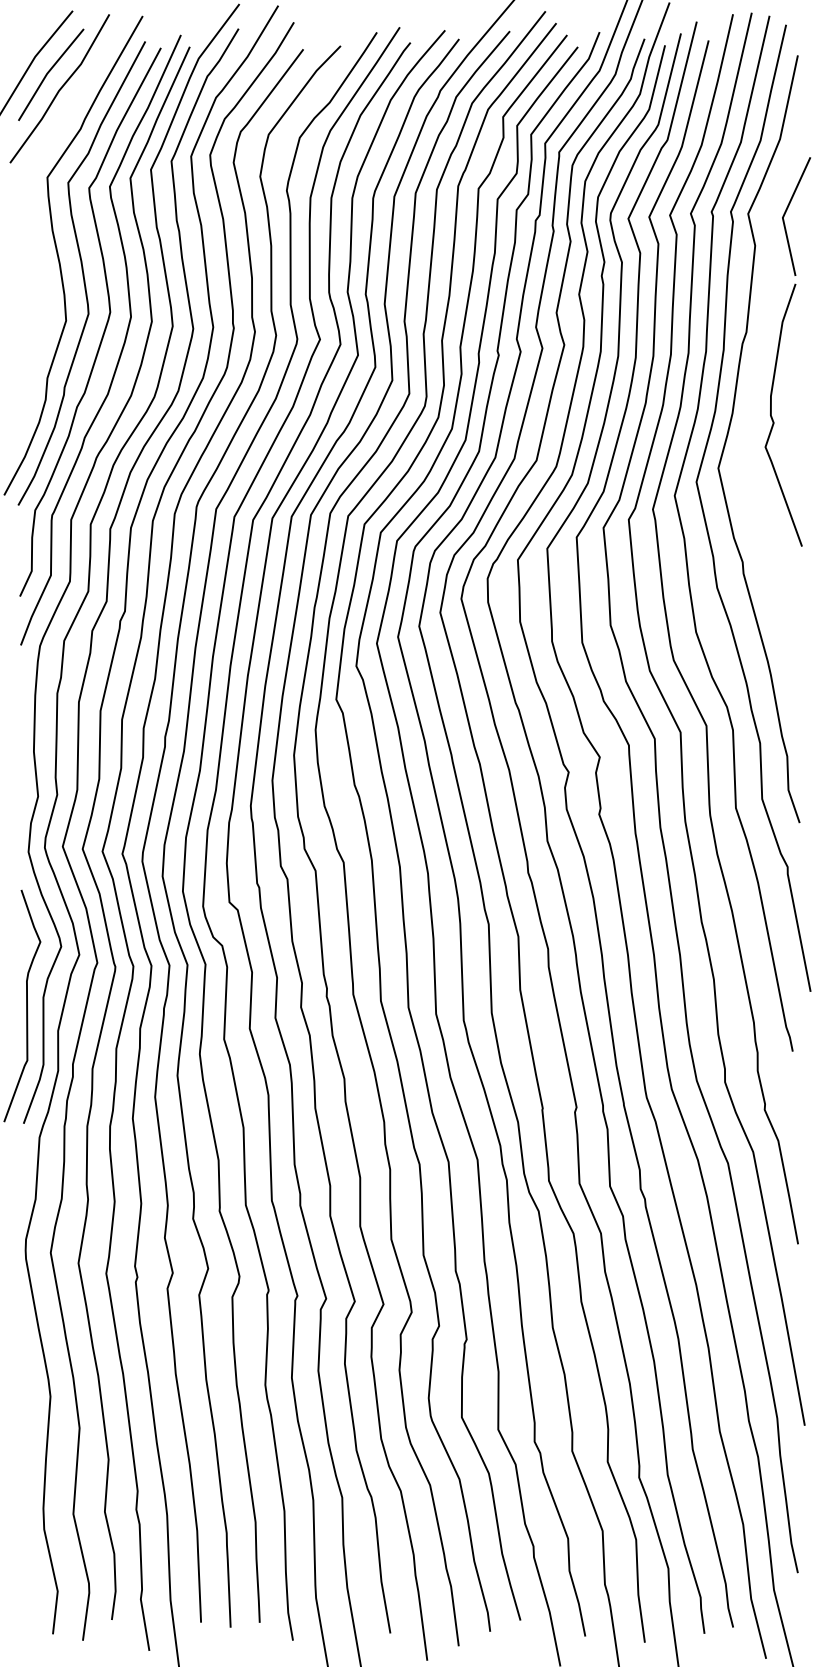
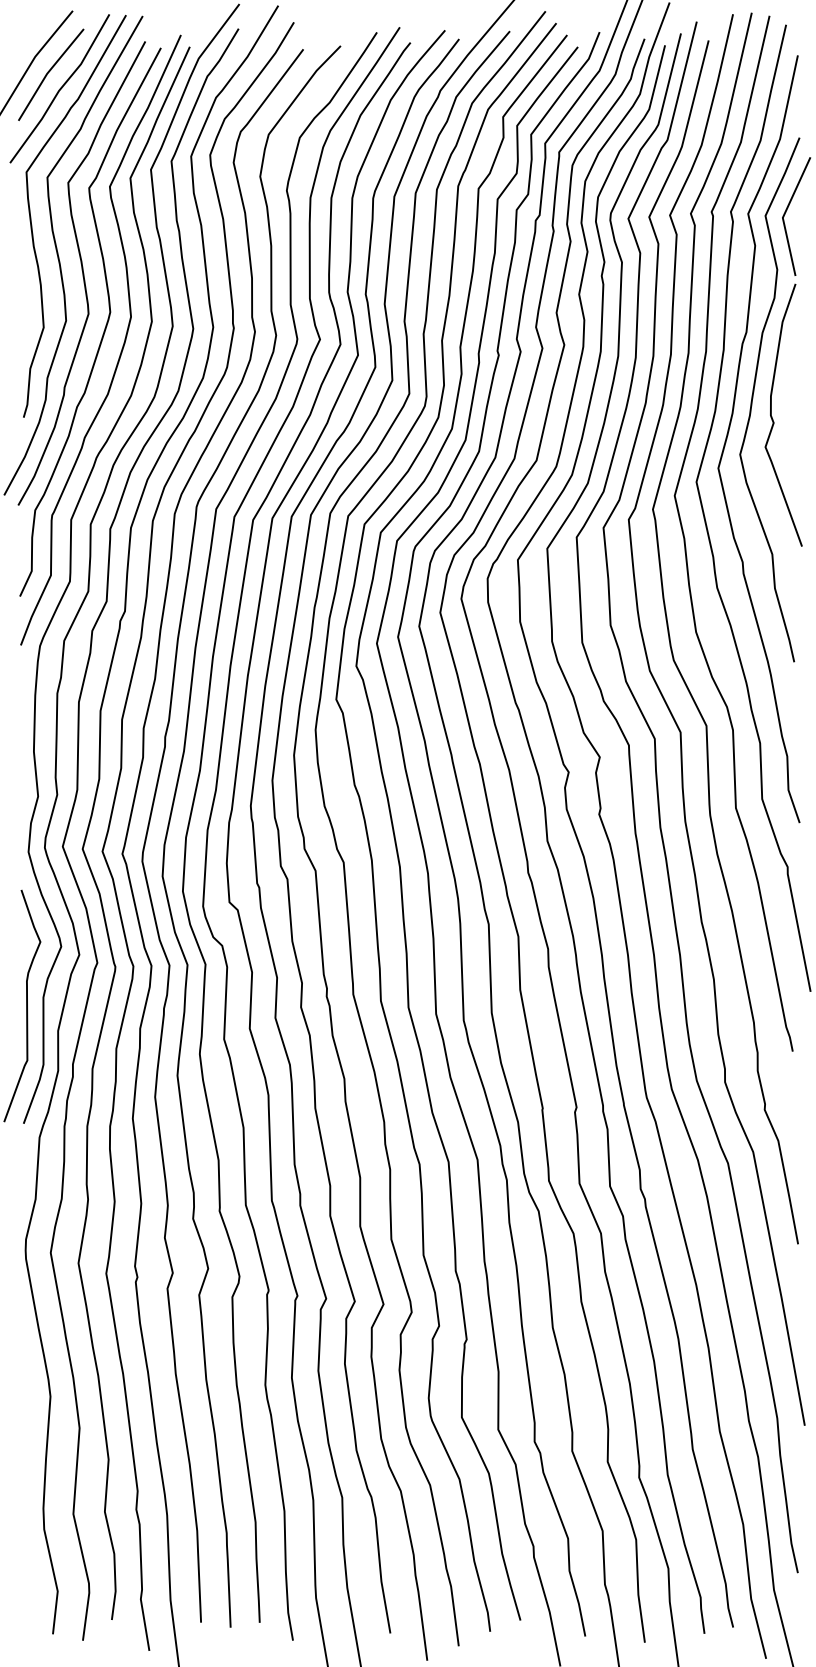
curve at (32, 225): none -> present
curve at (753, 398): none -> present
